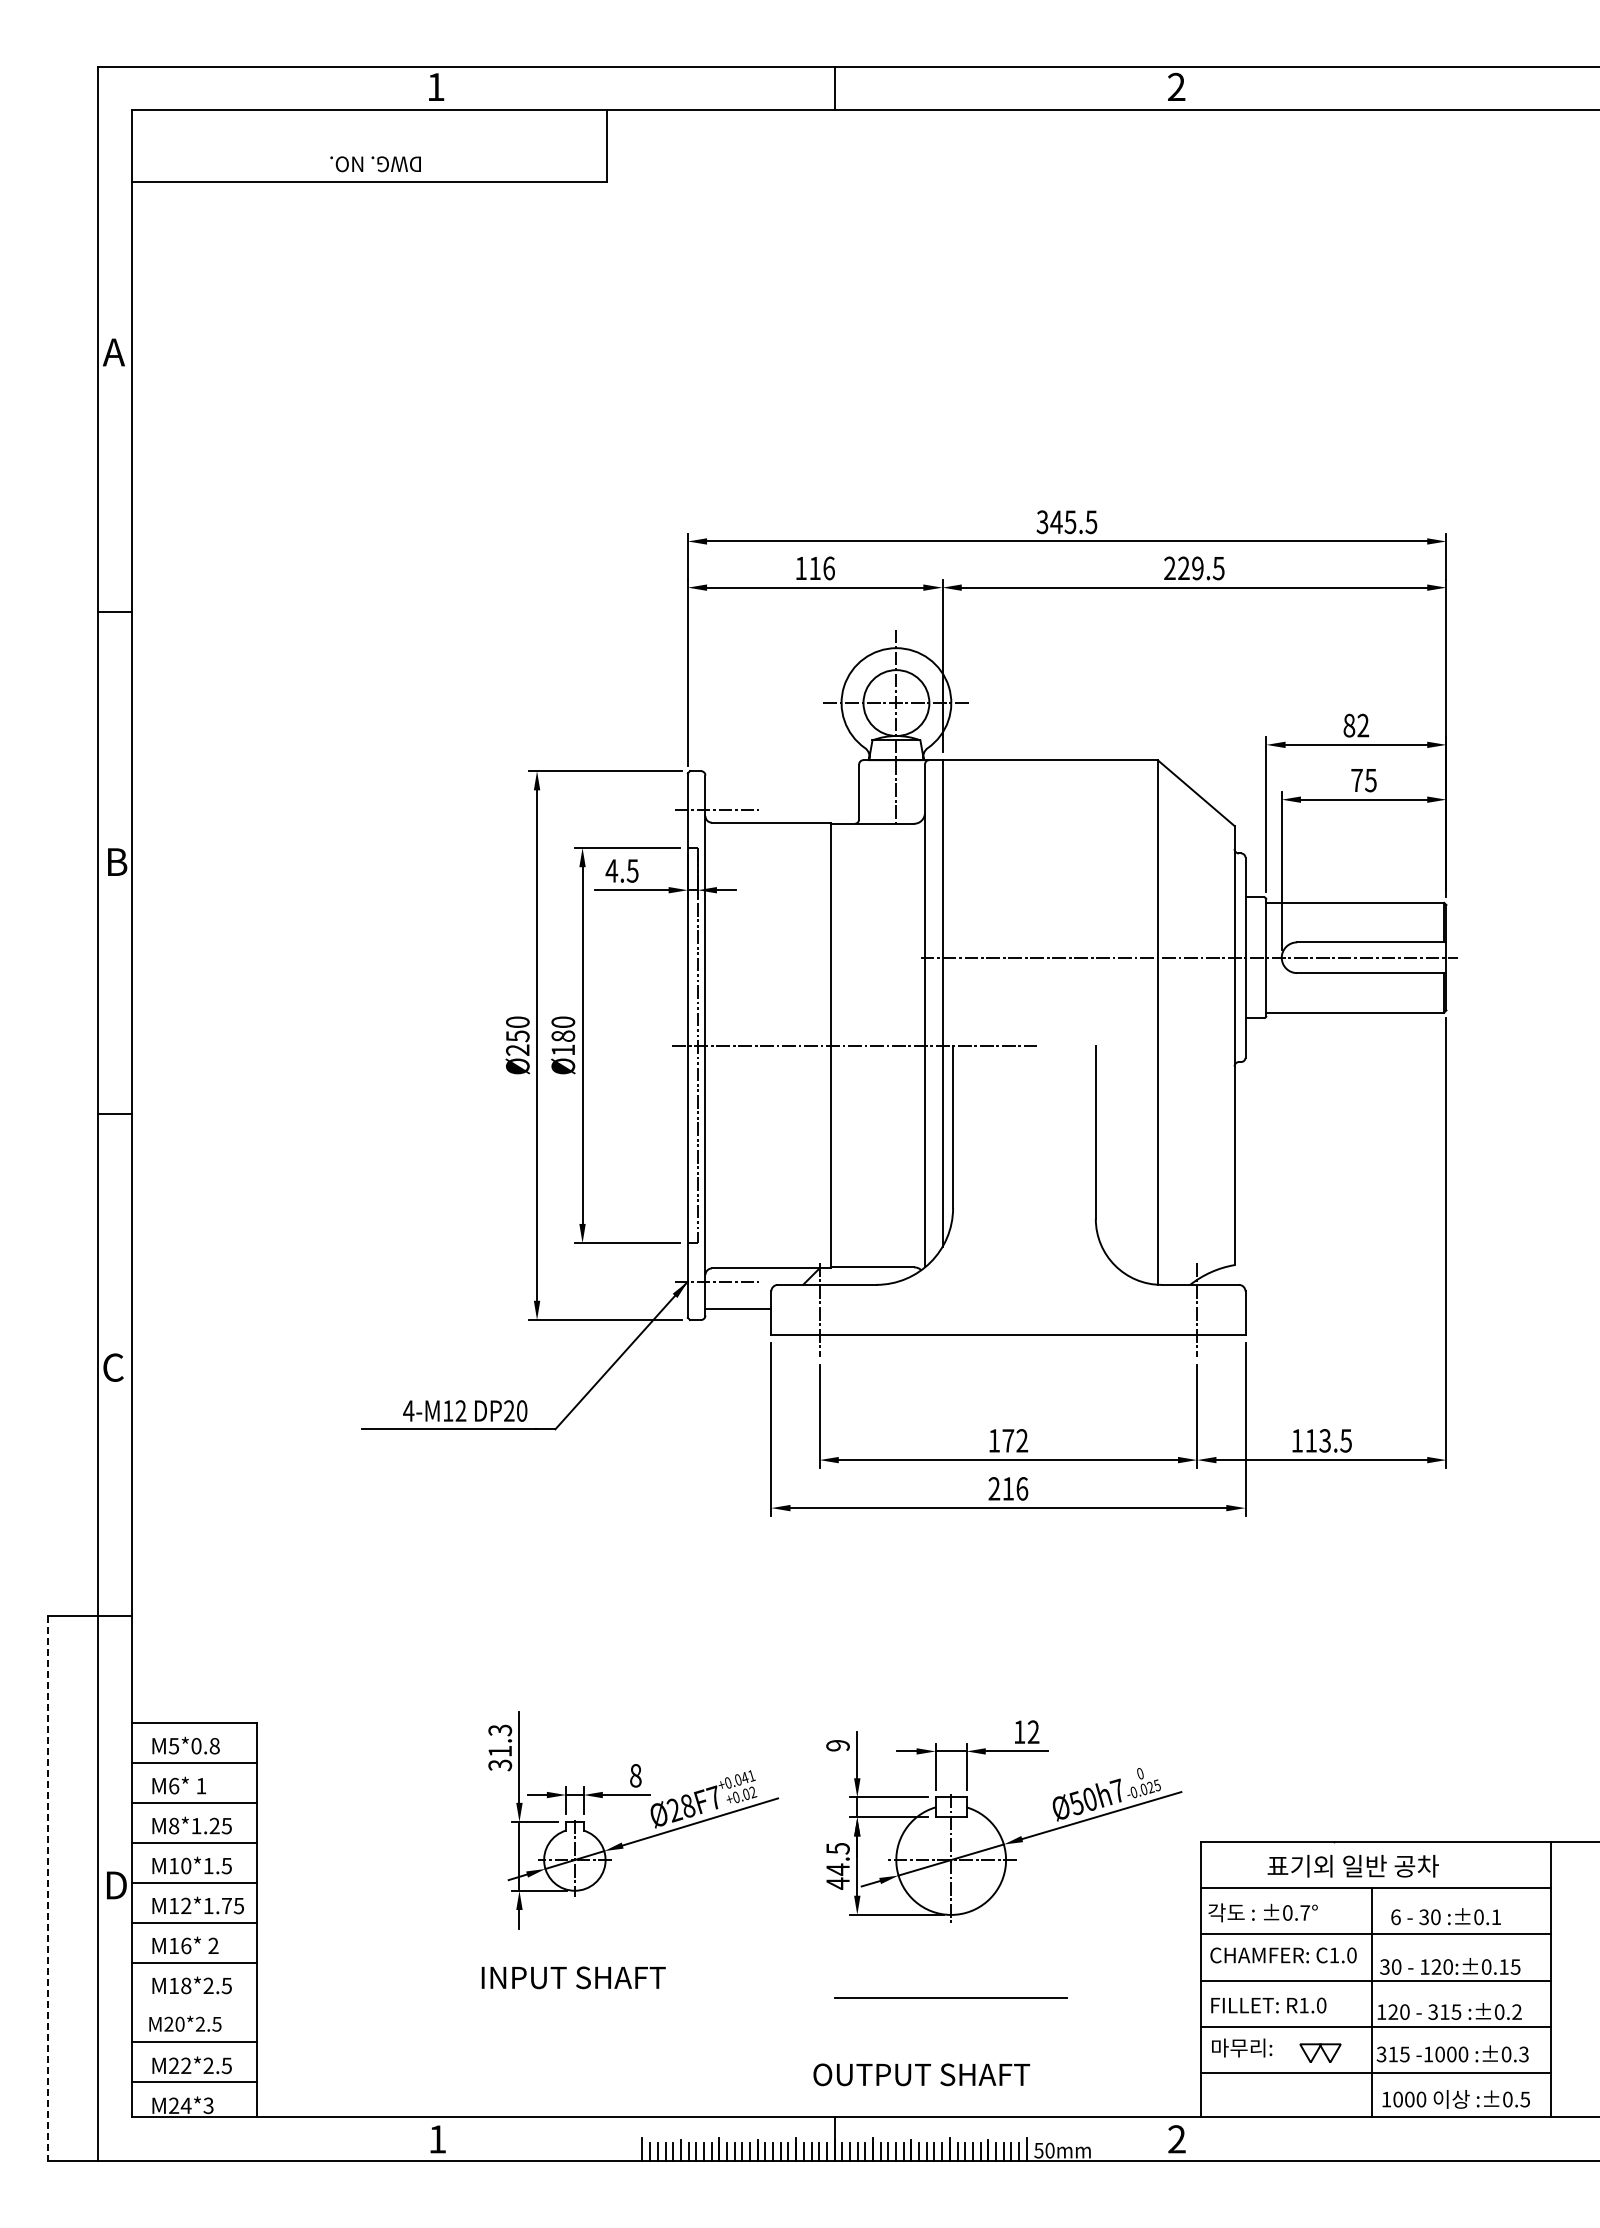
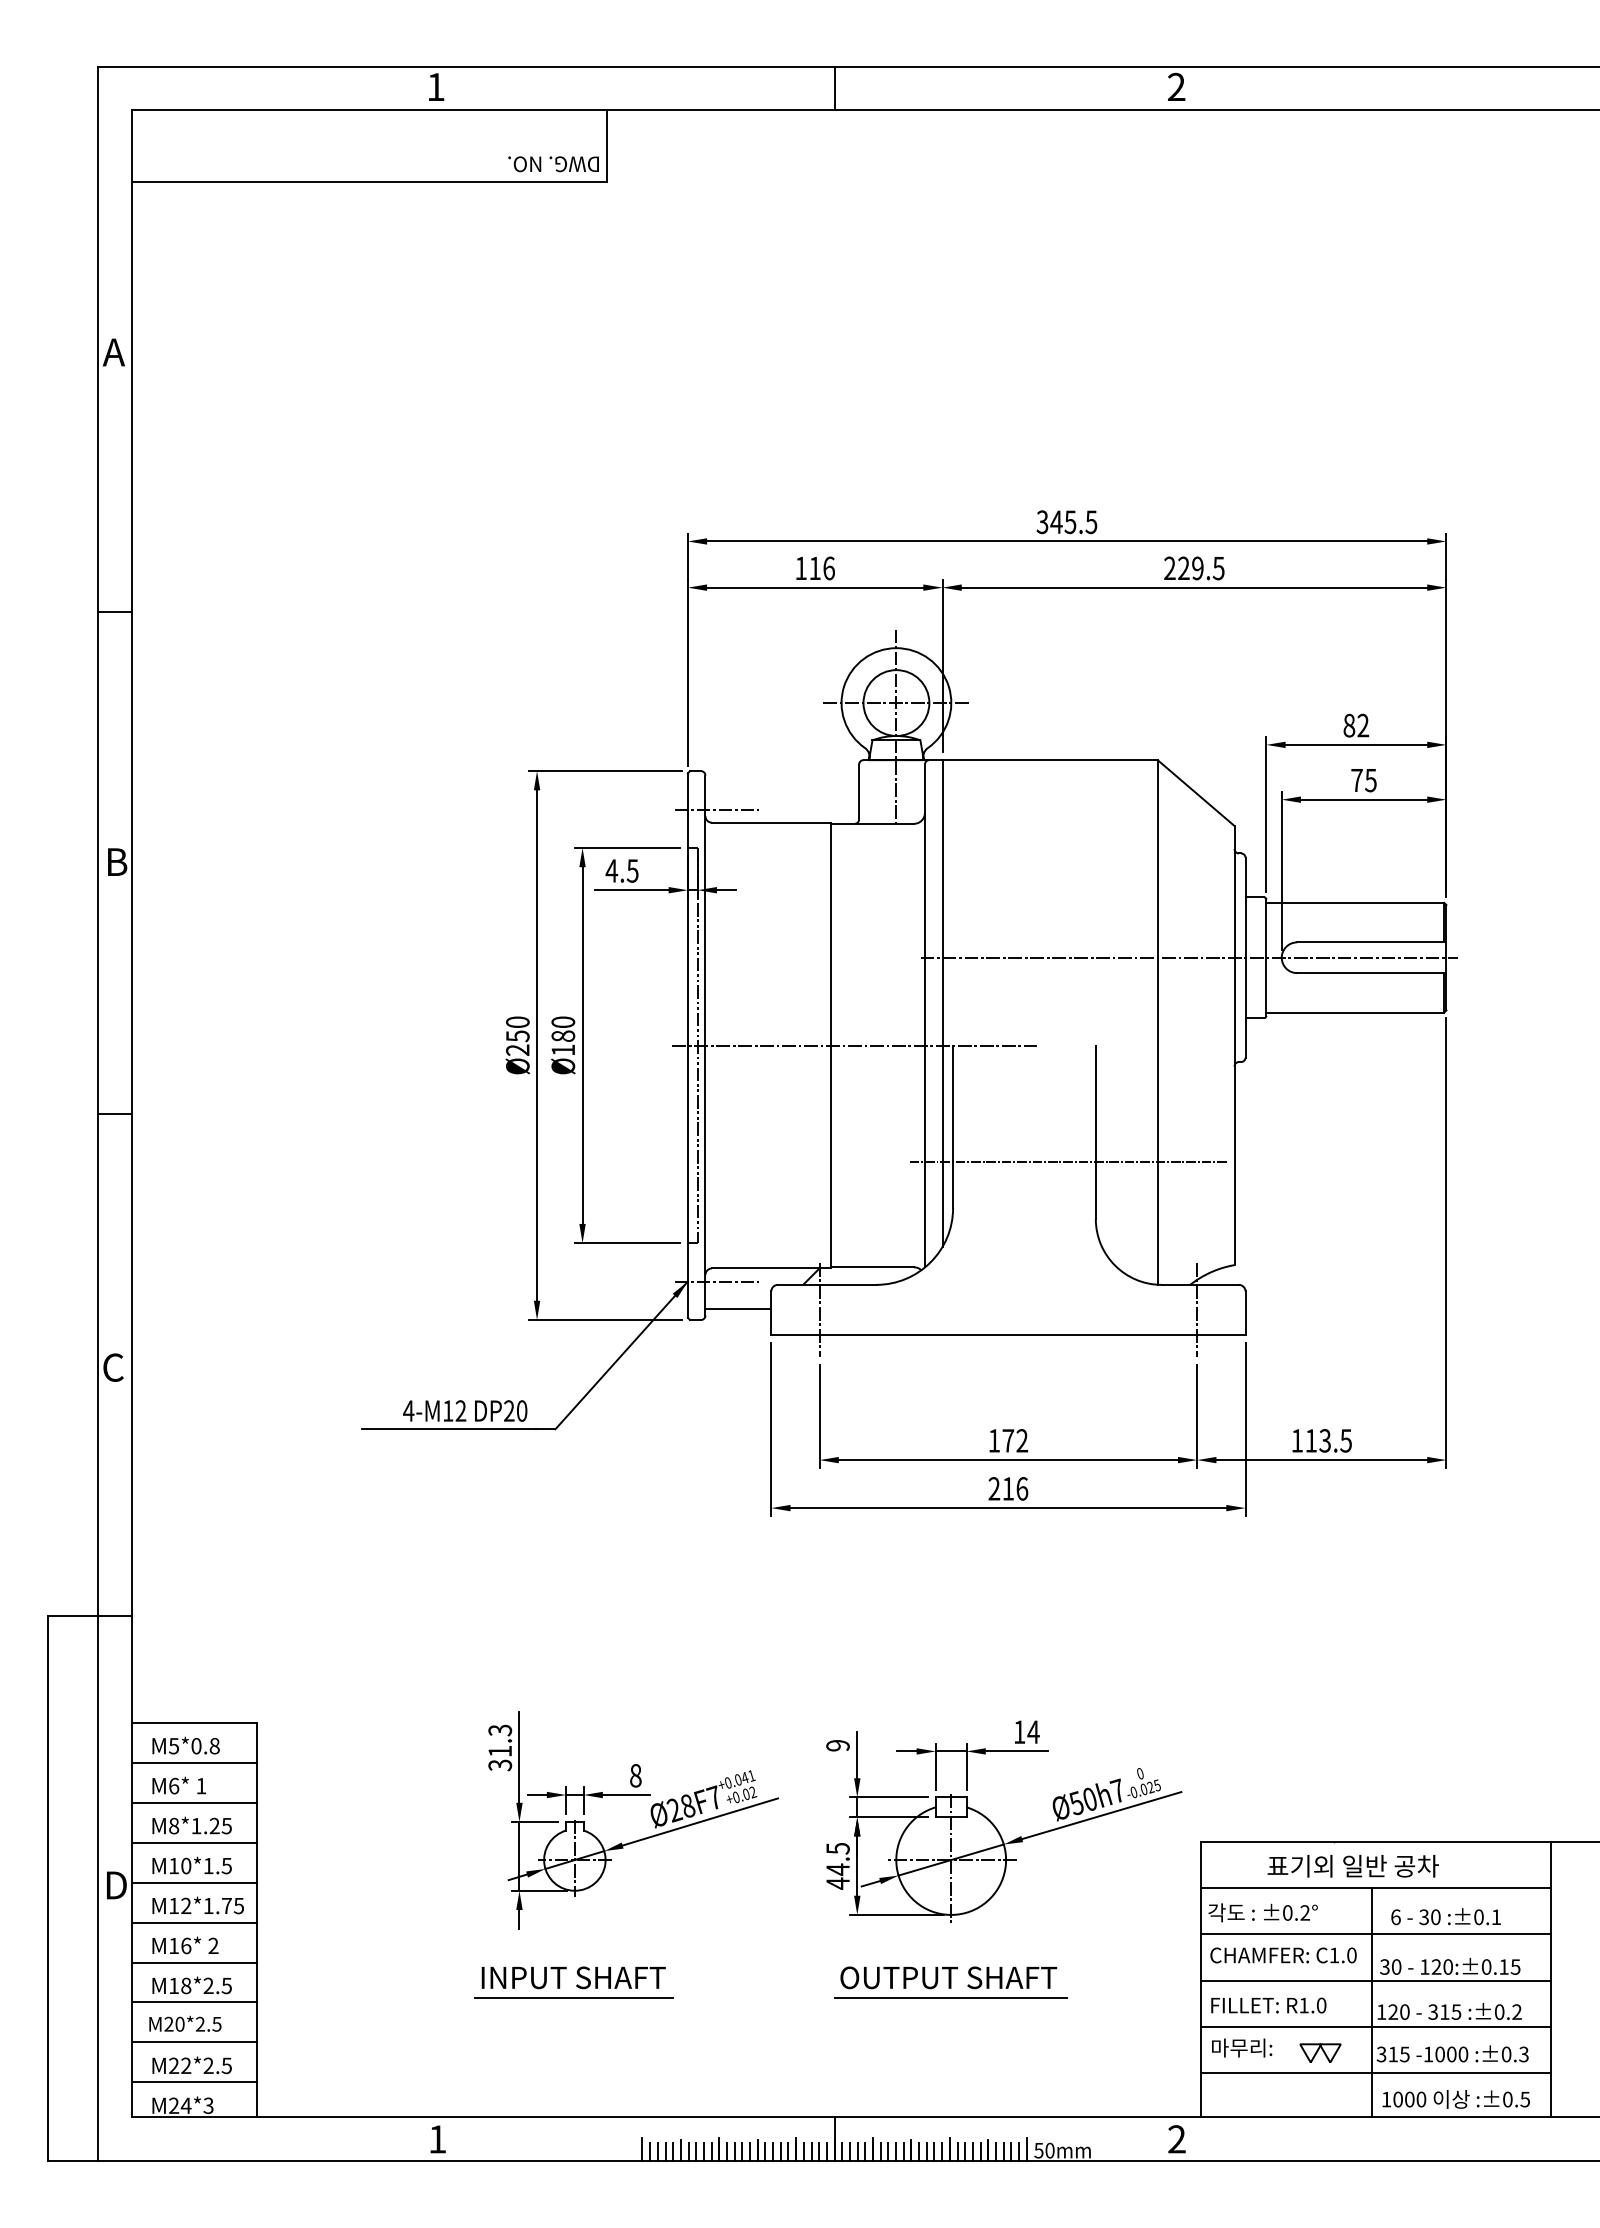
text at (375, 164) position: (375, 164) -> (553, 164)
line at (1068, 1161): none -> present
text at (1033, 1731): 12 -> 14
line at (47, 1888): dashed -> solid
text at (1304, 1912): ±0.7° -> ±0.2°
line at (573, 1998): none -> present
line at (194, 2002): none -> present
text at (921, 2074) position: (921, 2074) -> (948, 1977)
